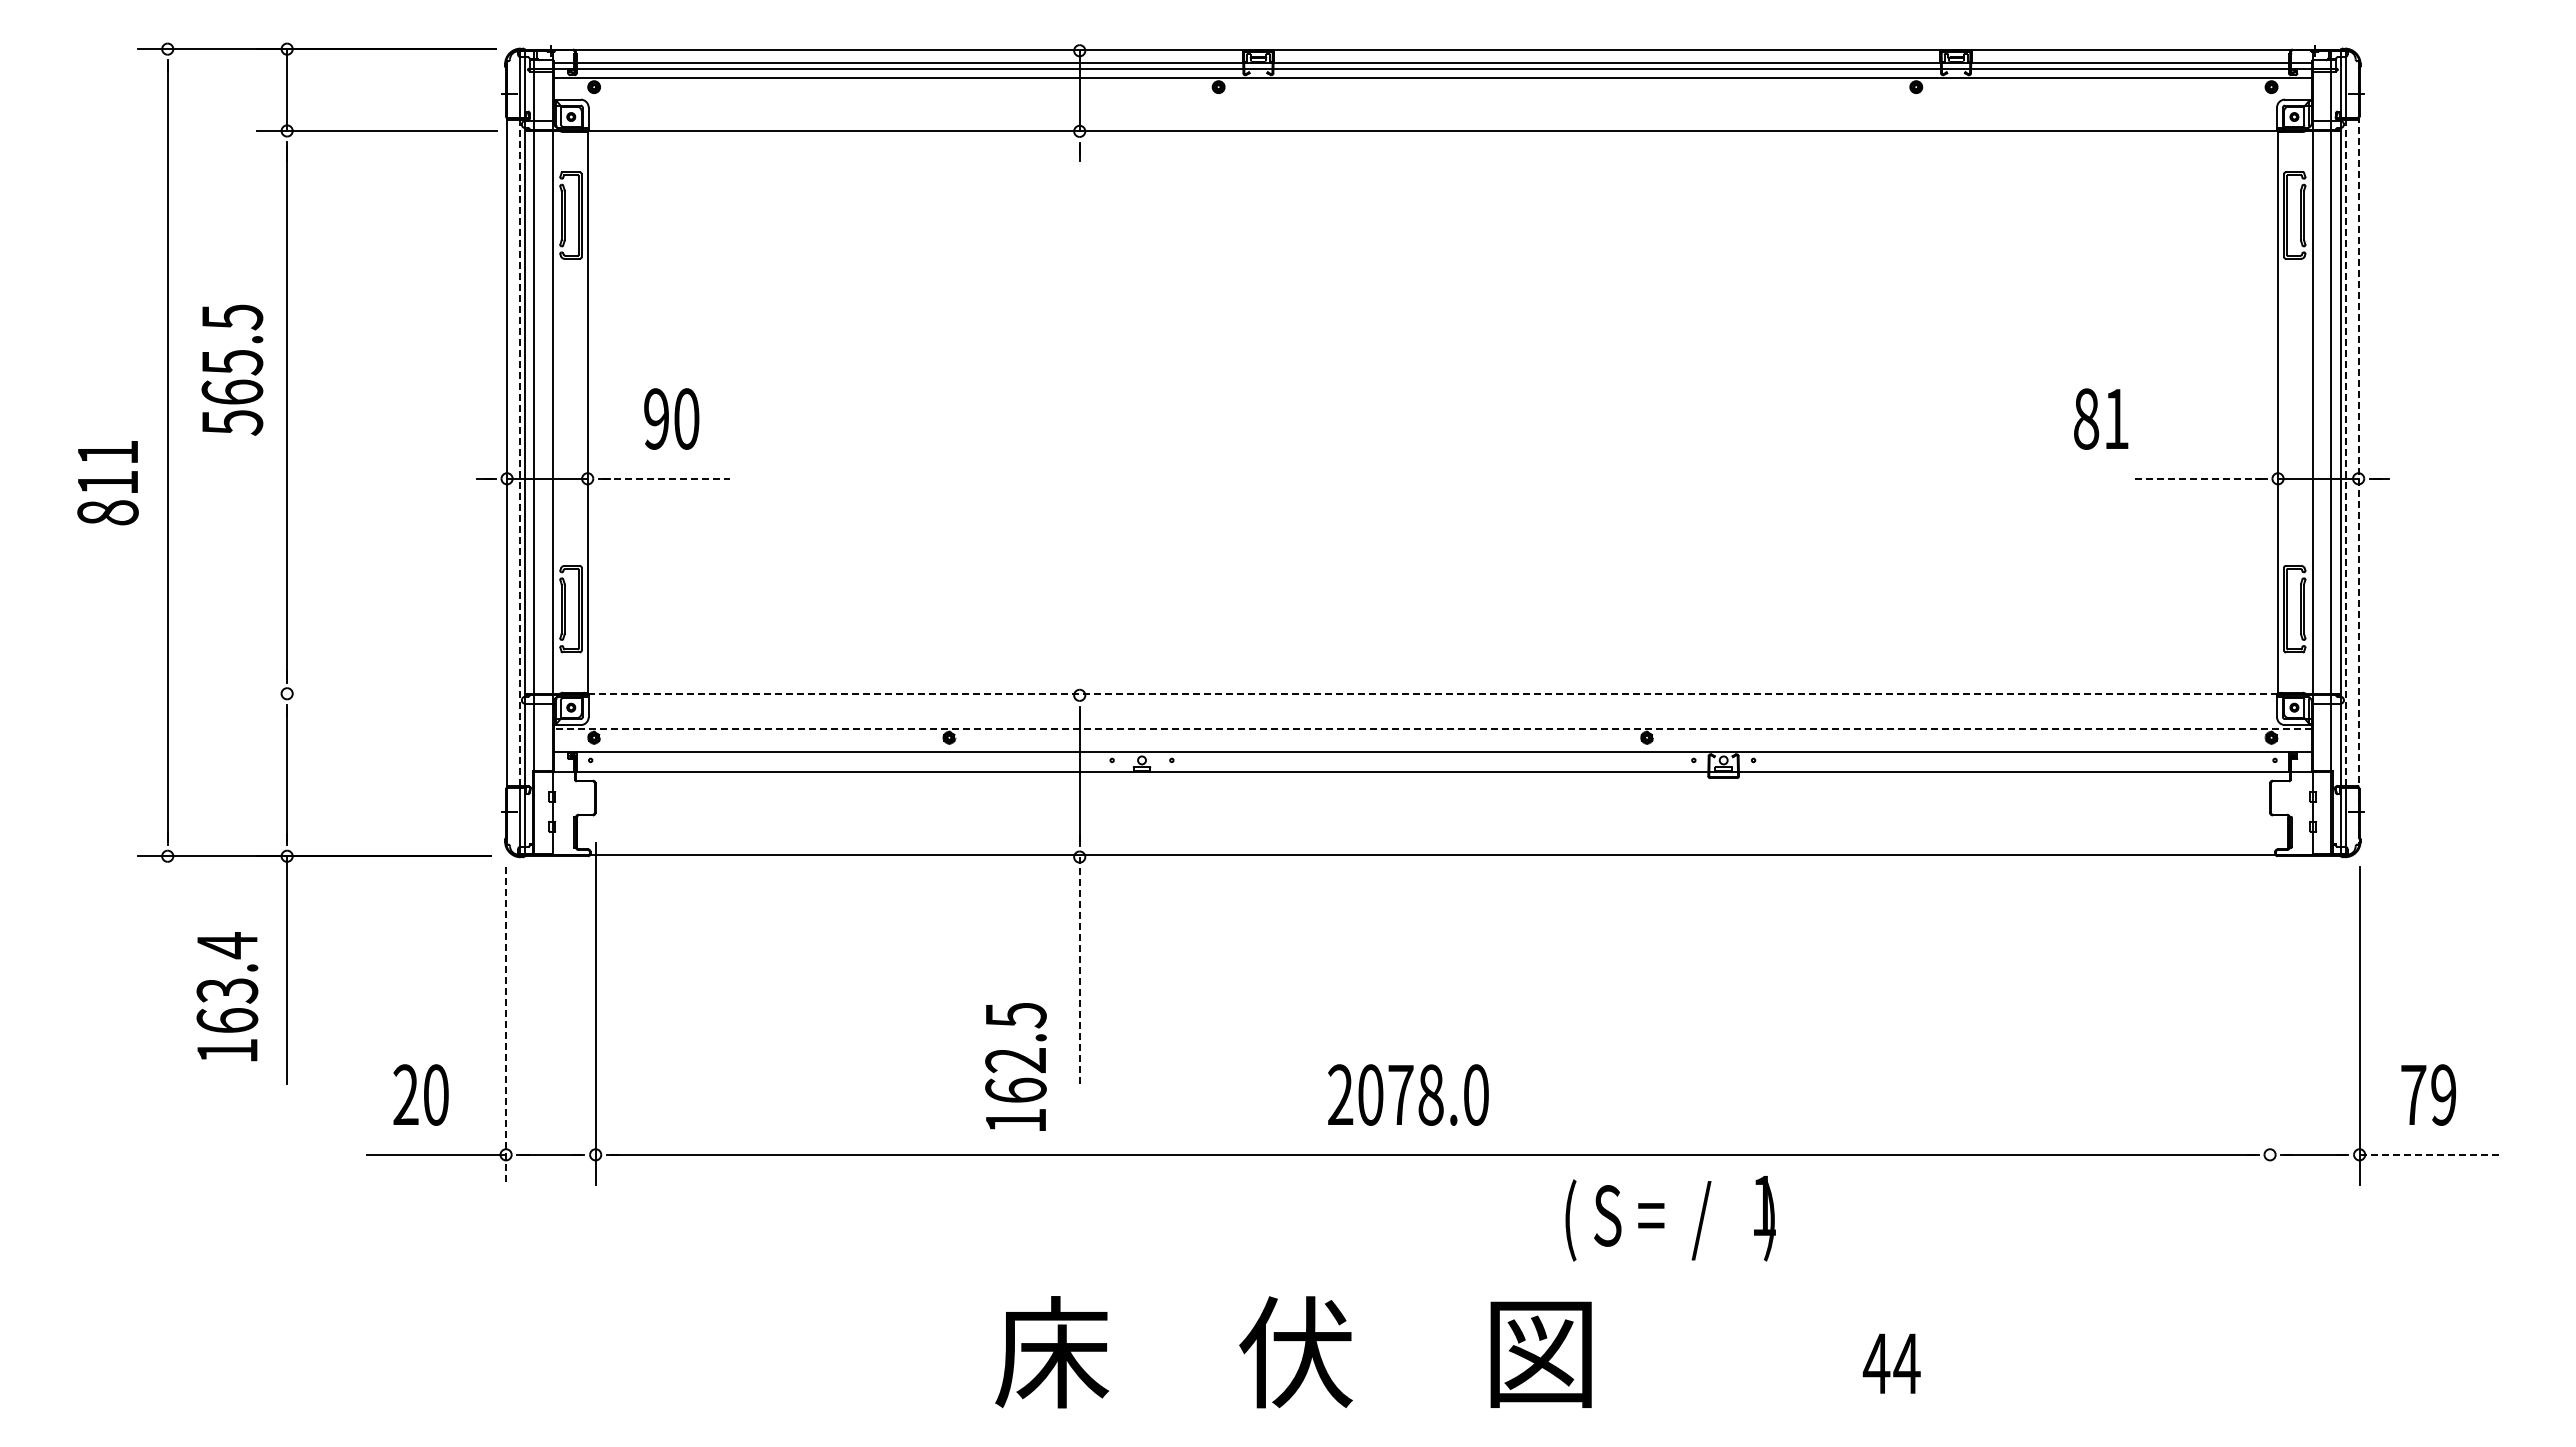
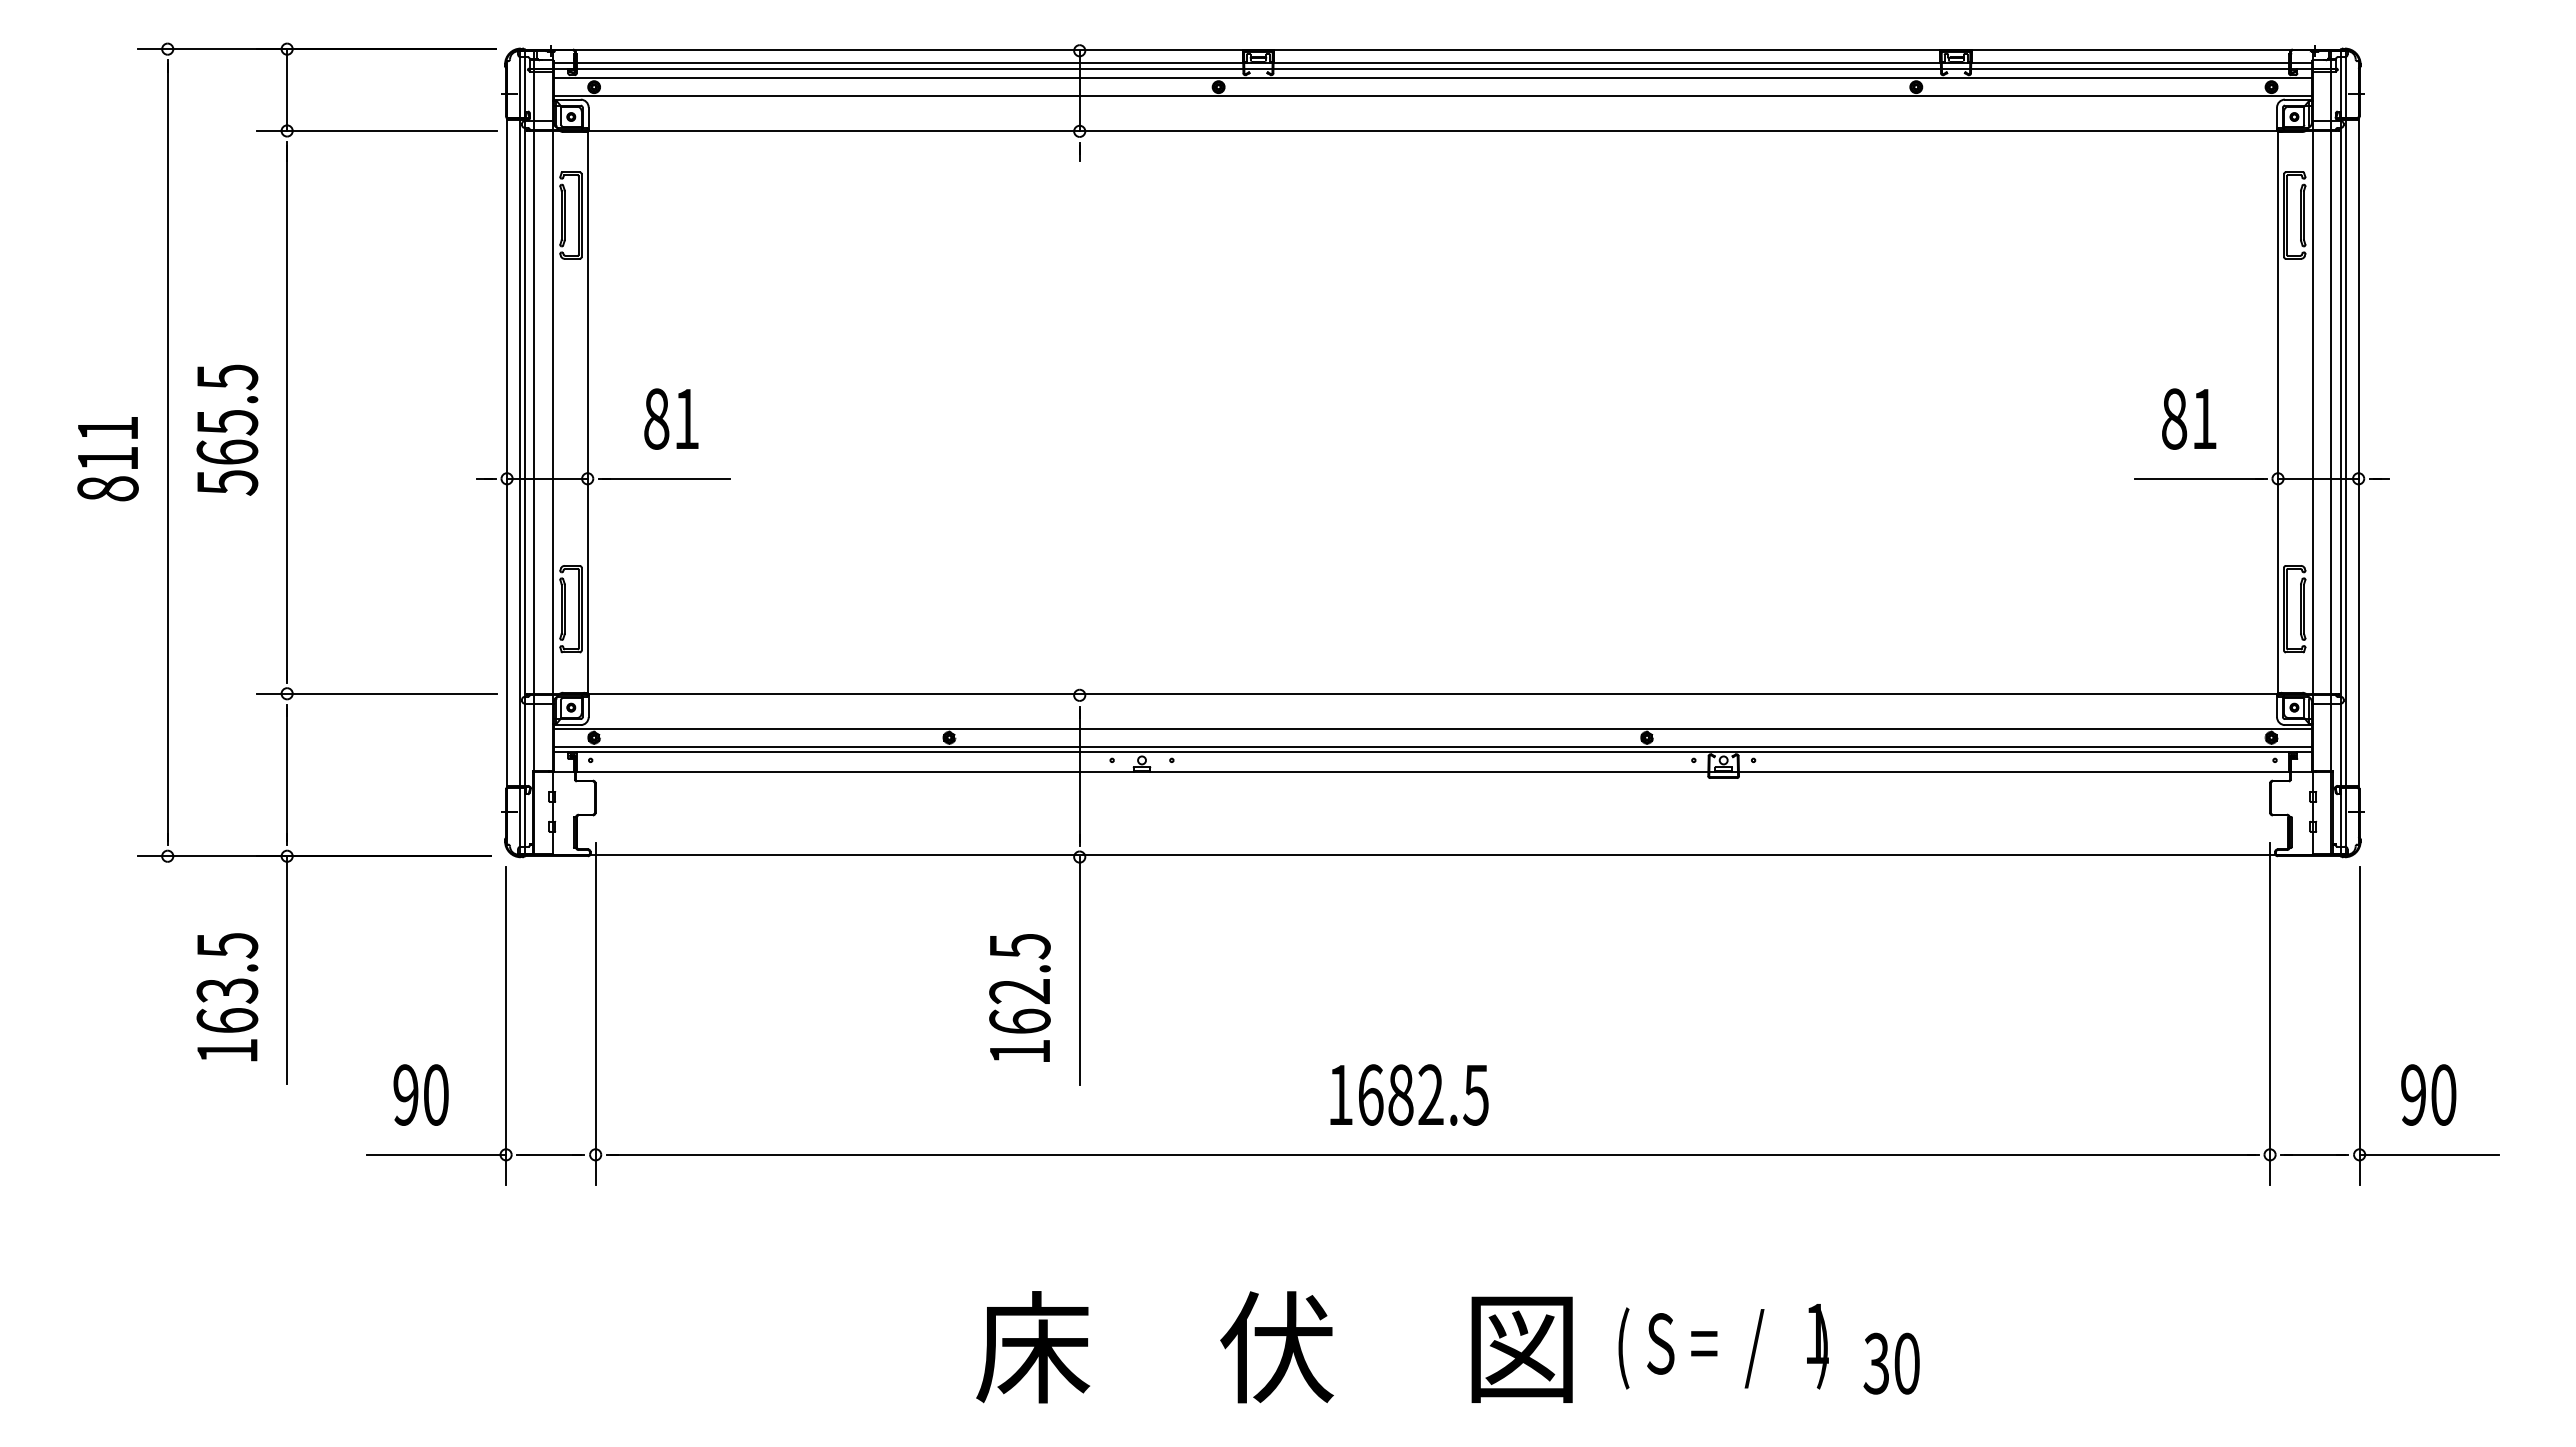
line at (1432, 96): none -> present
text at (232, 369) position: (232, 369) -> (227, 429)
text at (671, 418): 90 -> 81
text at (2101, 418) position: (2101, 418) -> (2189, 418)
line at (520, 452): dashed -> solid
line at (2345, 452): dashed -> solid
line at (2358, 452): dashed -> solid
line at (666, 478): dashed -> solid
line at (2199, 478): dashed -> solid
text at (107, 483) position: (107, 483) -> (107, 459)
line at (377, 693): none -> present
line at (1432, 693): dashed -> solid
line at (1432, 728): dashed -> solid
line at (1432, 747): none -> present
text at (227, 945): 163.4 -> 163.5
line at (1079, 971): dashed -> solid
line at (2270, 1013): none -> present
line at (506, 1025): dashed -> solid
text at (1015, 1066) position: (1015, 1066) -> (1019, 997)
text at (405, 1094): 20 -> 90
text at (1408, 1094): 2078.0 -> 1682.5
text at (2428, 1094): 79 -> 90
line at (2429, 1154): dashed -> solid
text at (1670, 1218) position: (1670, 1218) -> (1723, 1346)
text at (1293, 1352) position: (1293, 1352) -> (1274, 1347)
text at (1891, 1363): 44 -> 30
